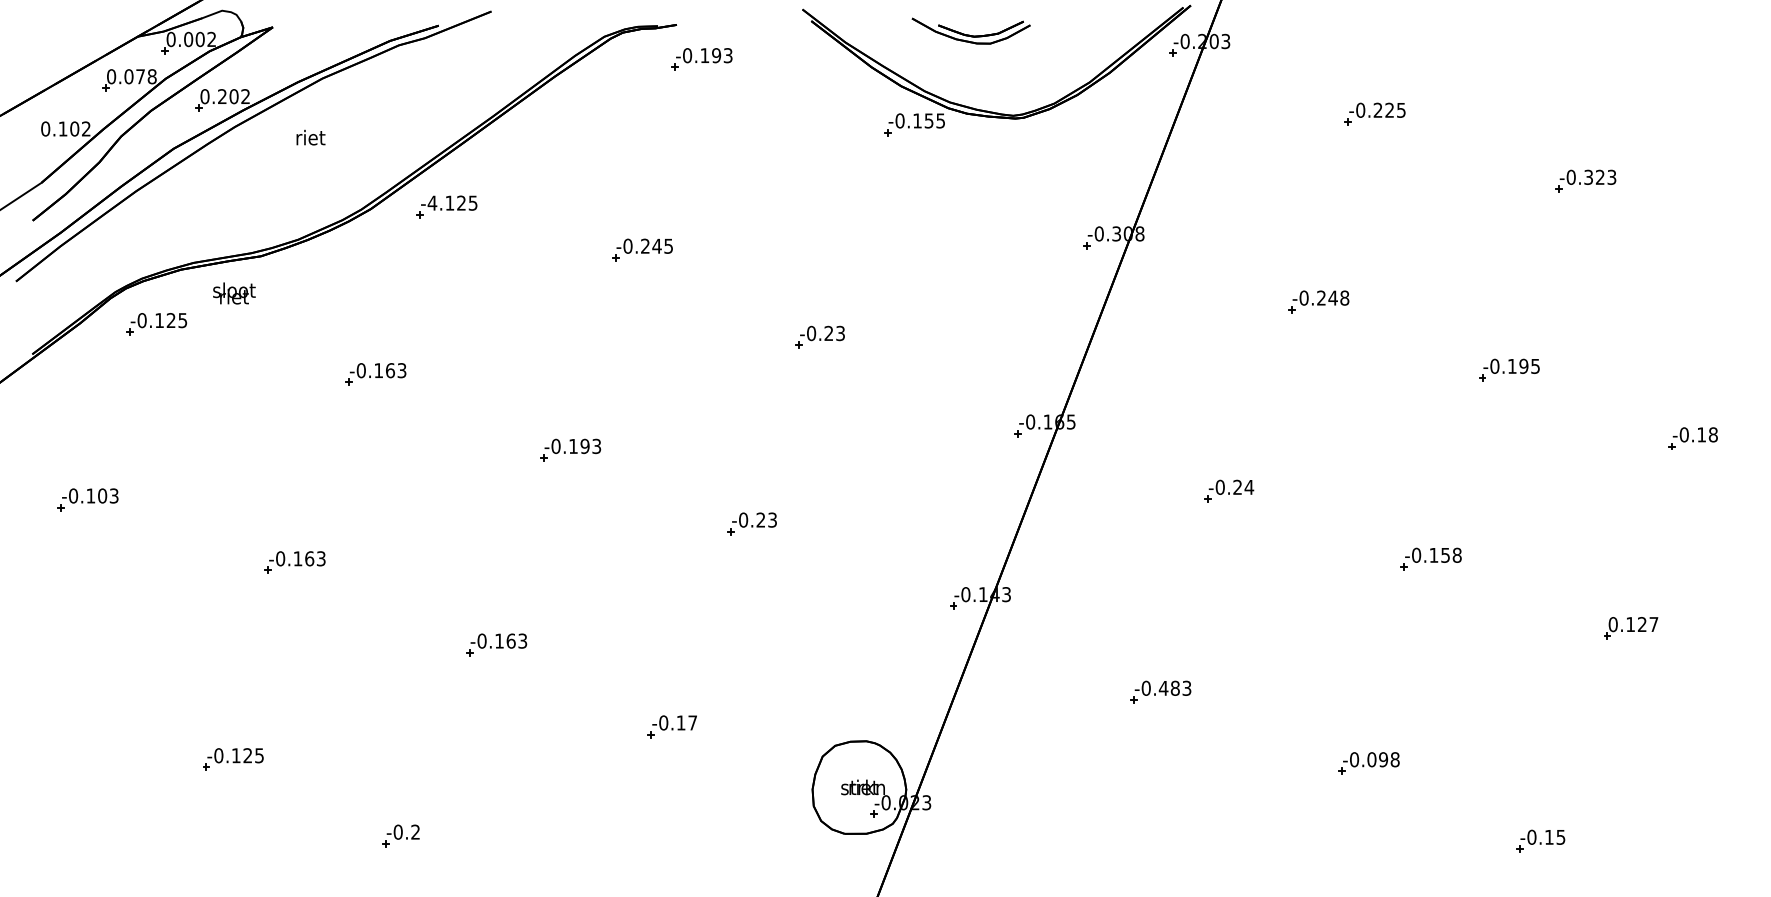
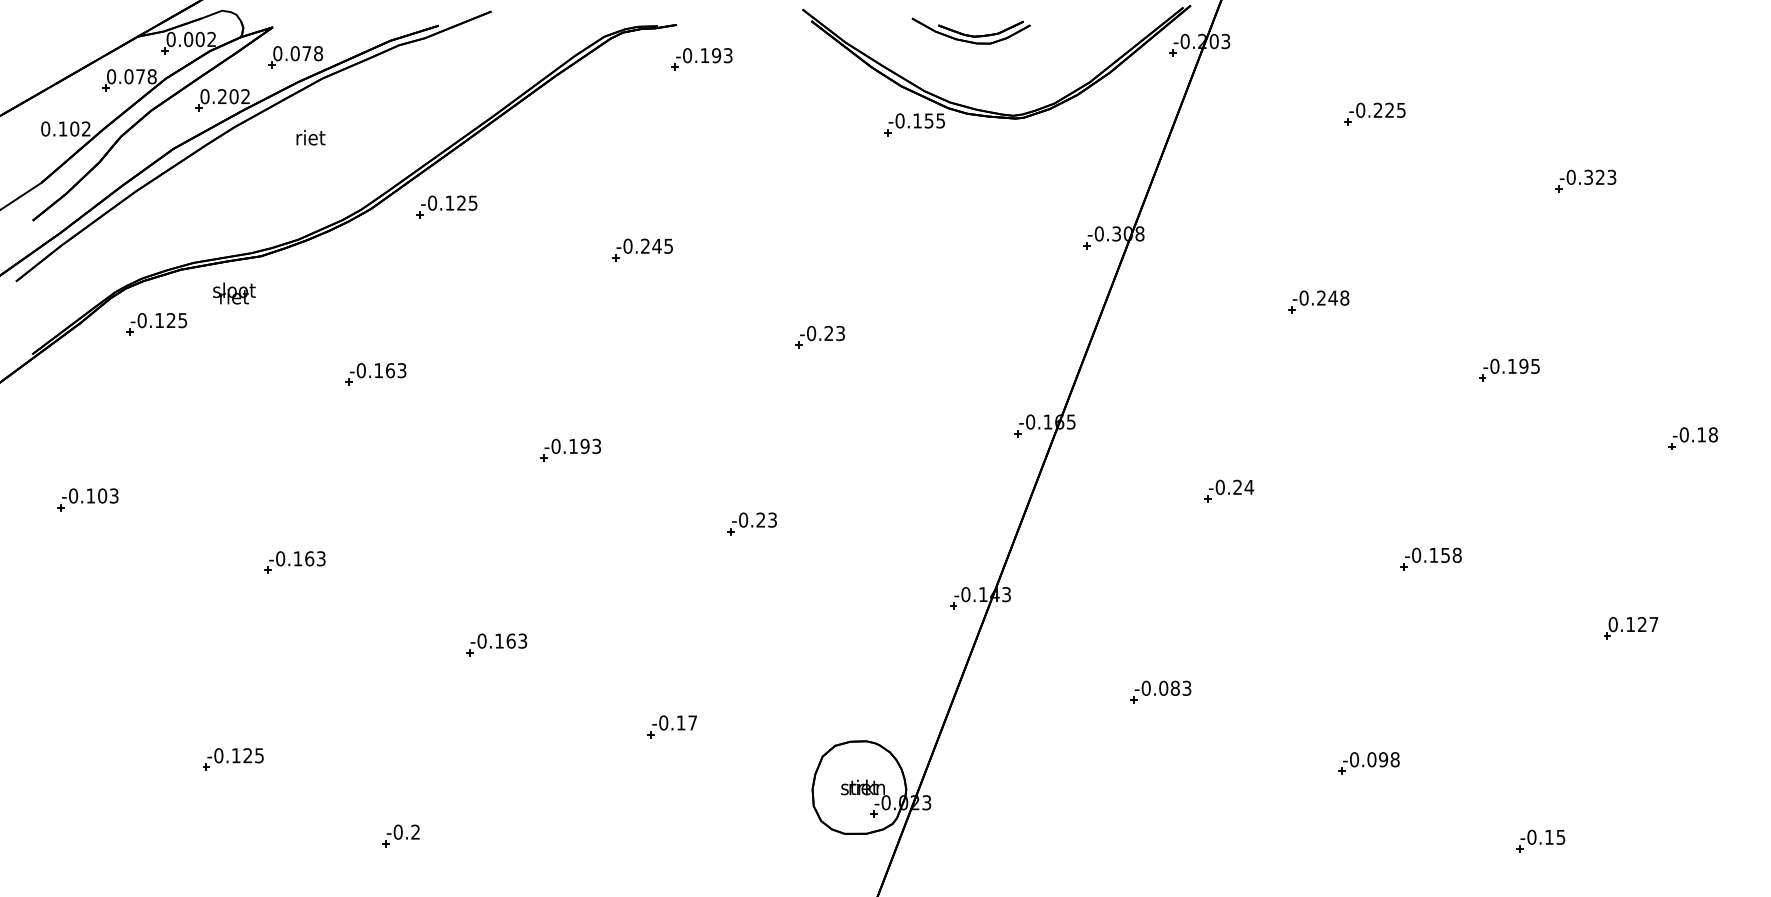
part at (295, 57): none -> present
text at (432, 202): -4.125 -> -0.125
text at (1163, 687): -0.483 -> -0.083
